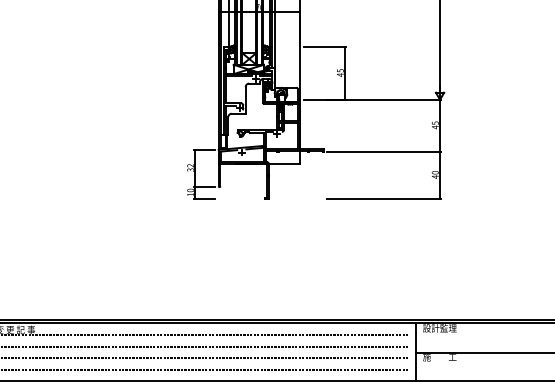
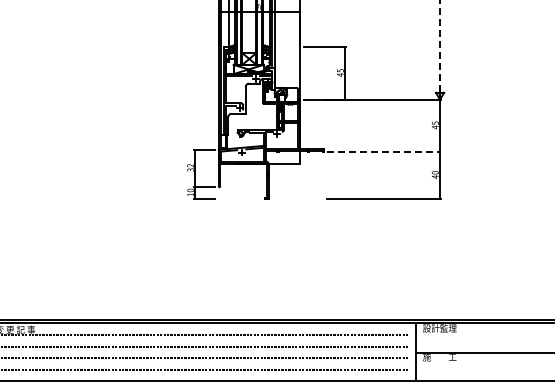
line at (440, 45): solid -> dashed
line at (384, 152): solid -> dashed
